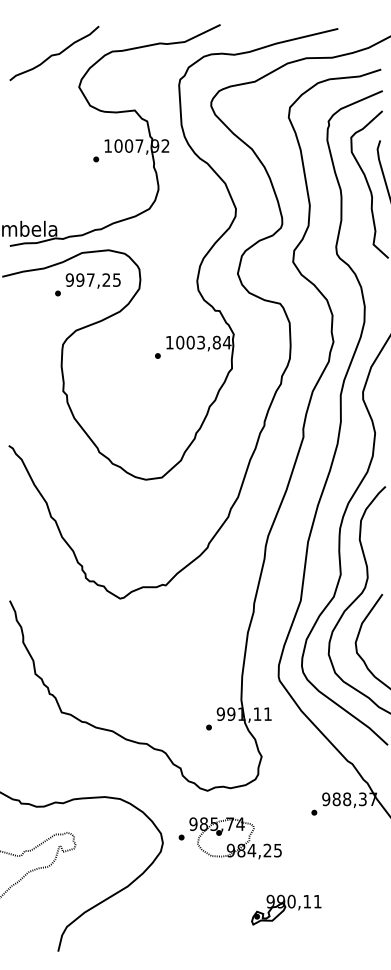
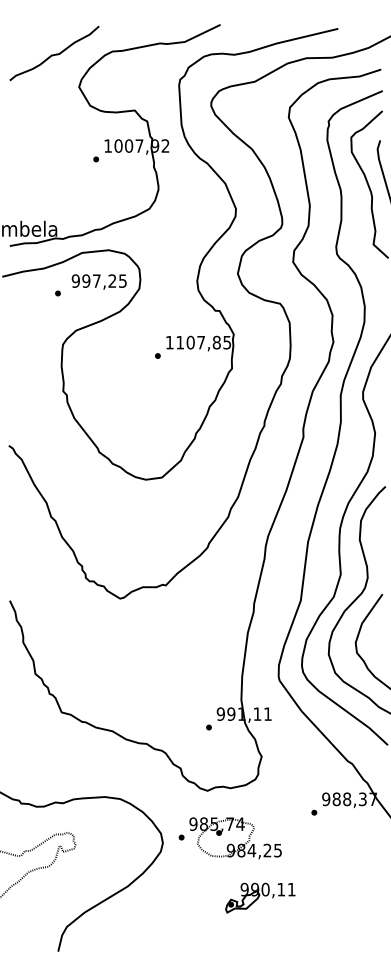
text at (92, 280) position: (92, 280) -> (98, 281)
text at (203, 342): 1003,84 -> 1107,85
part at (286, 909) position: (286, 909) -> (260, 897)
